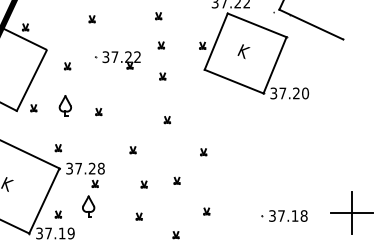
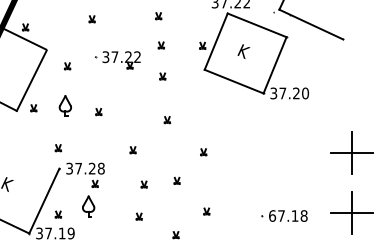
part at (351, 152): none -> present
line at (30, 154): present -> none
text at (272, 215): 37.18 -> 67.18
